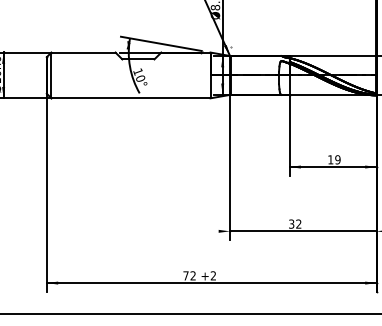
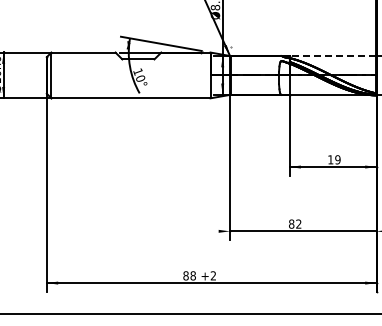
line at (332, 55): solid -> dashed
text at (291, 223): 32 -> 82
text at (189, 275): 72 -> 88
